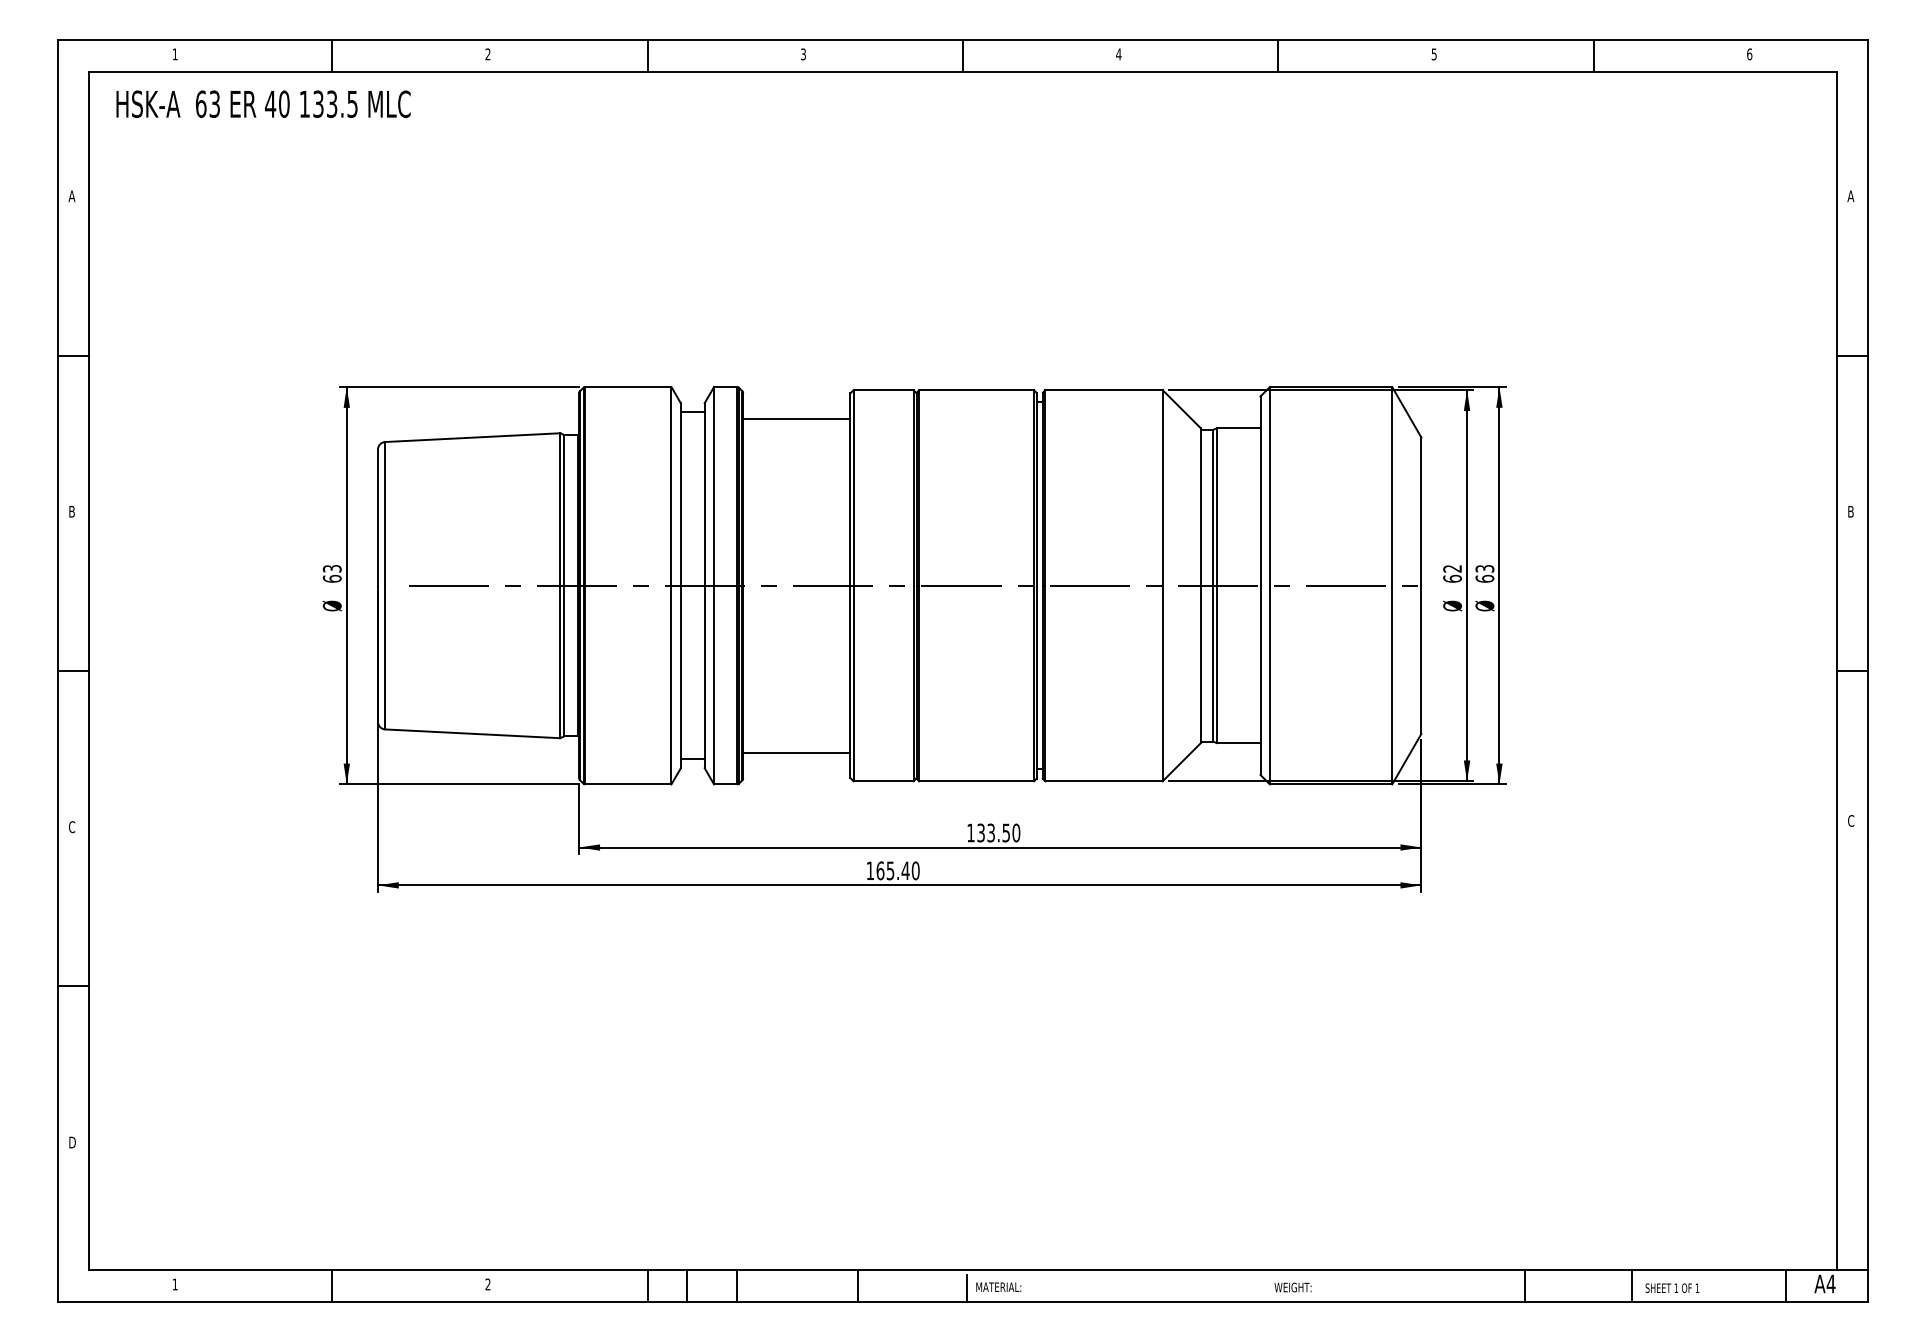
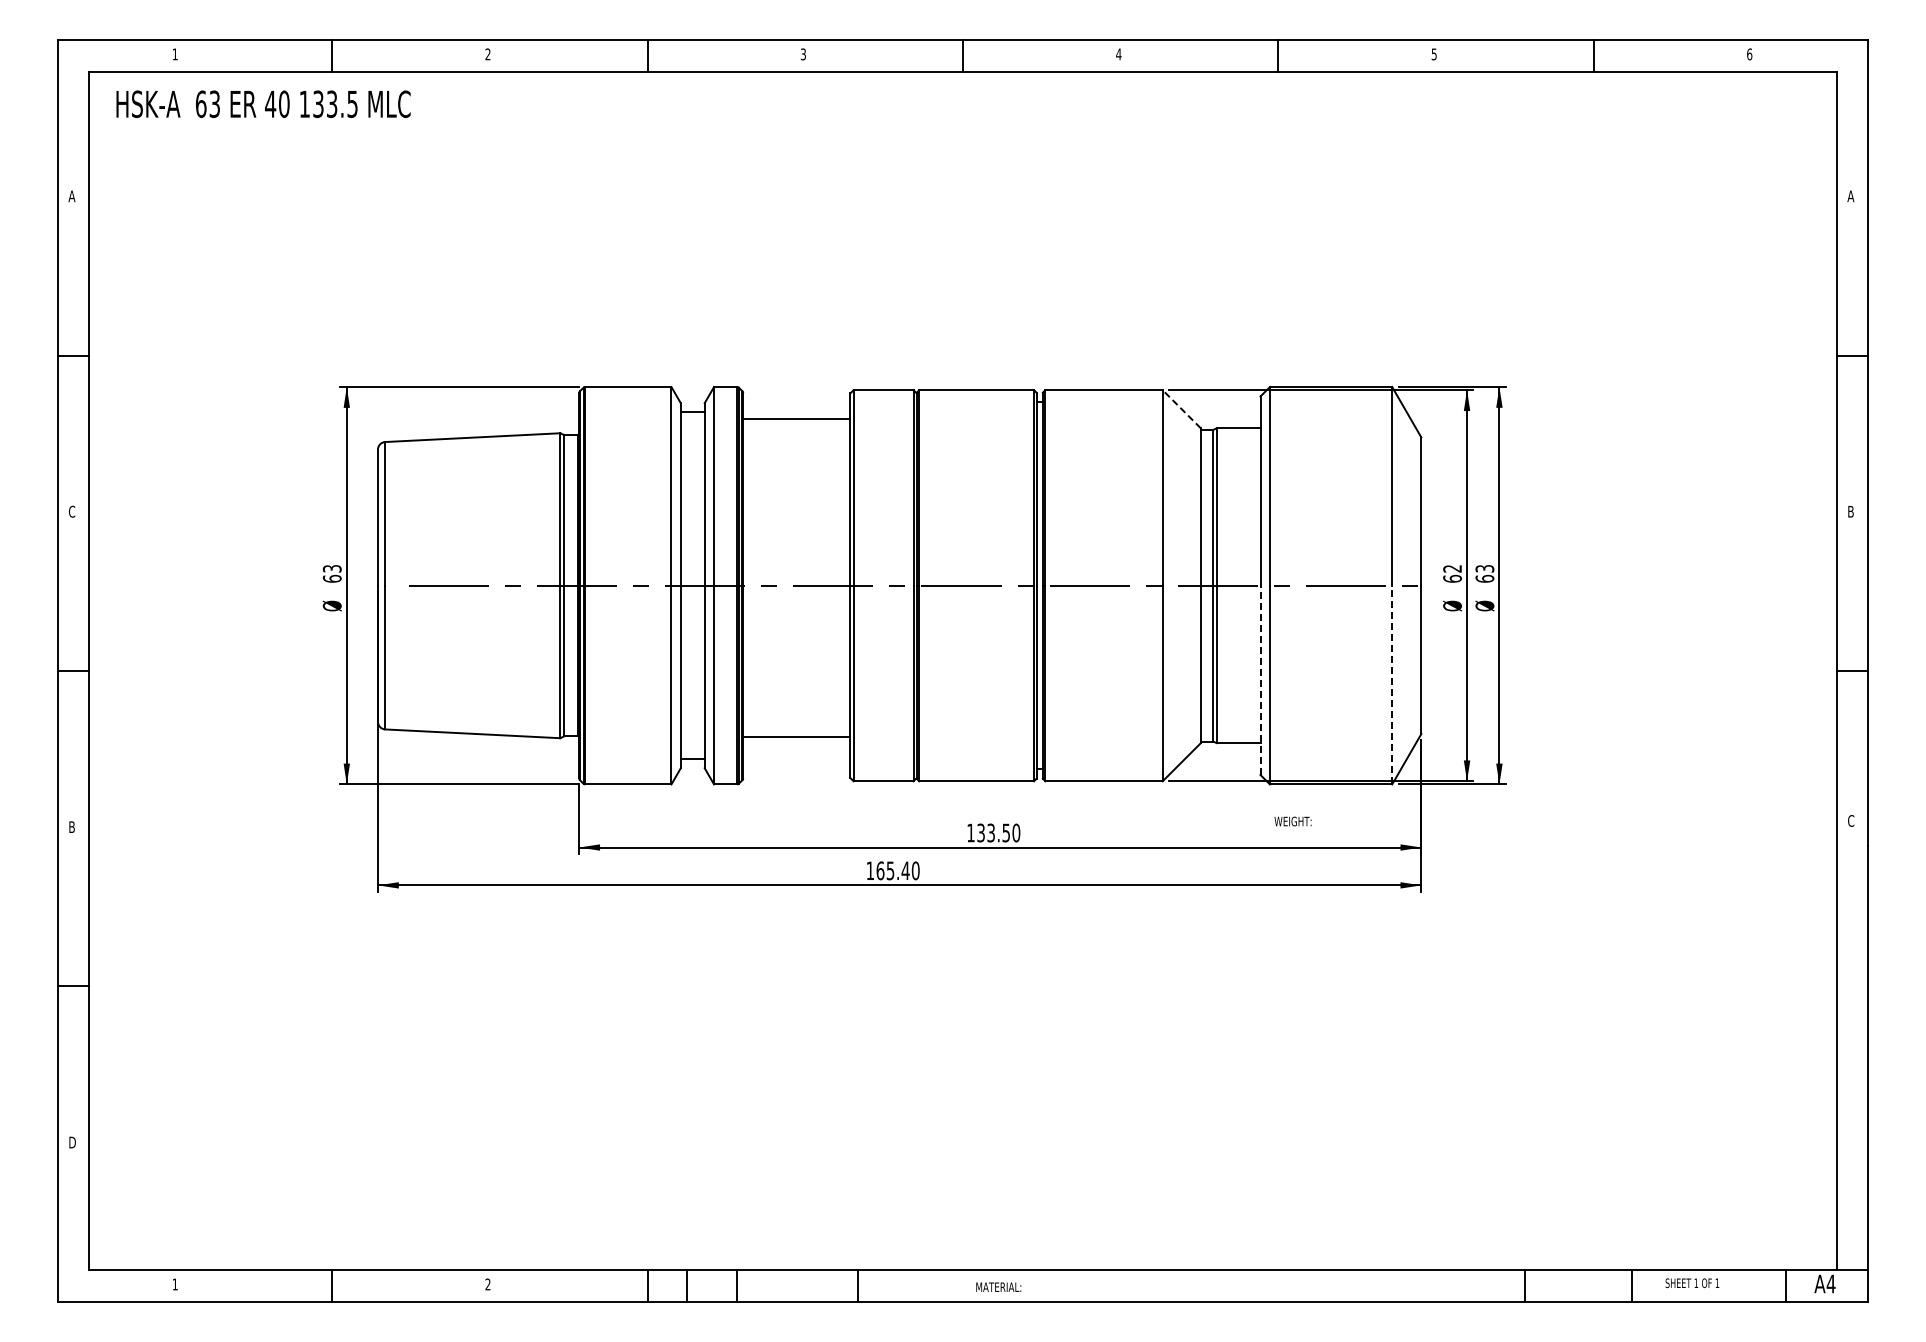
line at (1181, 409): solid -> dashed
text at (72, 511): B -> C
line at (1260, 680): solid -> dashed
line at (1392, 684): solid -> dashed
line at (796, 752) position: (796, 752) -> (796, 736)
text at (72, 827): C -> B
text at (1292, 1287) position: (1292, 1287) -> (1292, 821)
line at (967, 1288): present -> none
text at (1672, 1288) position: (1672, 1288) -> (1692, 1283)
